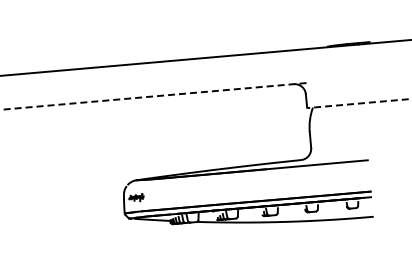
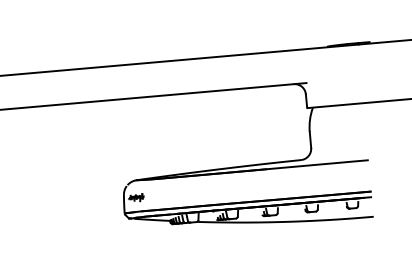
line at (153, 96): dashed -> solid
line at (359, 103): dashed -> solid
